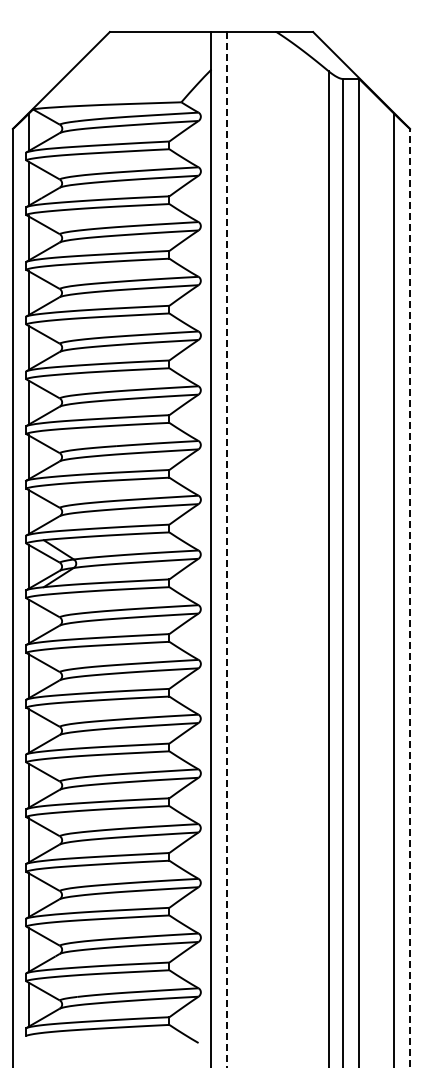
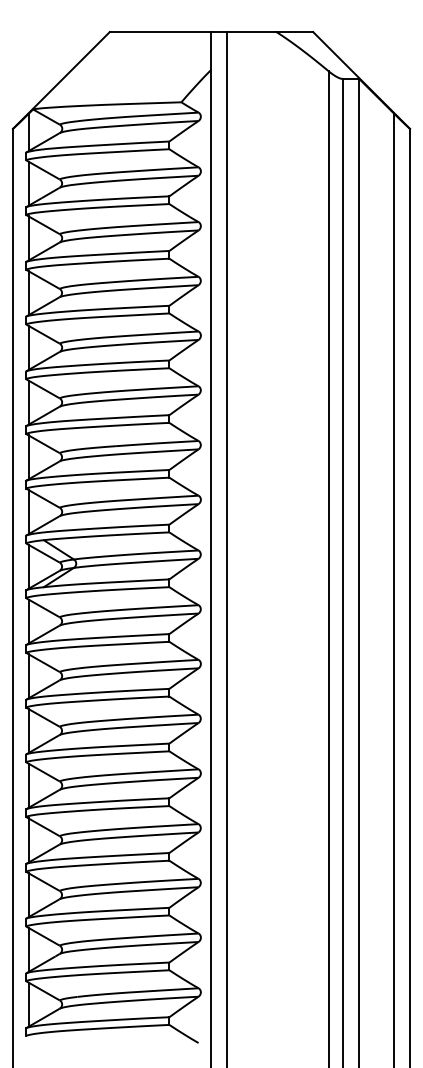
line at (227, 549): dashed -> solid
line at (410, 597): dashed -> solid
